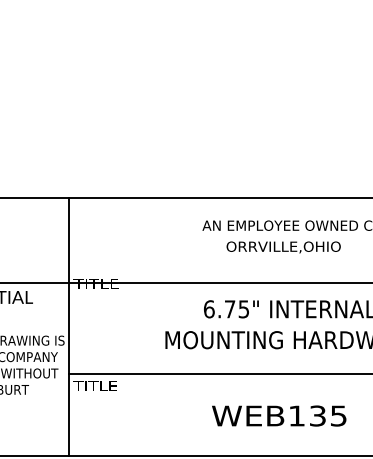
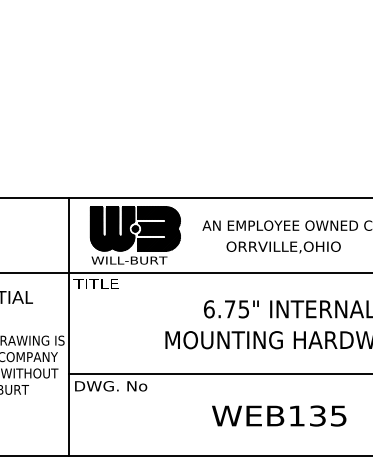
part at (134, 235): none -> present
line at (185, 282) position: (185, 282) -> (185, 272)
text at (110, 386): TITLE -> DWG. No
